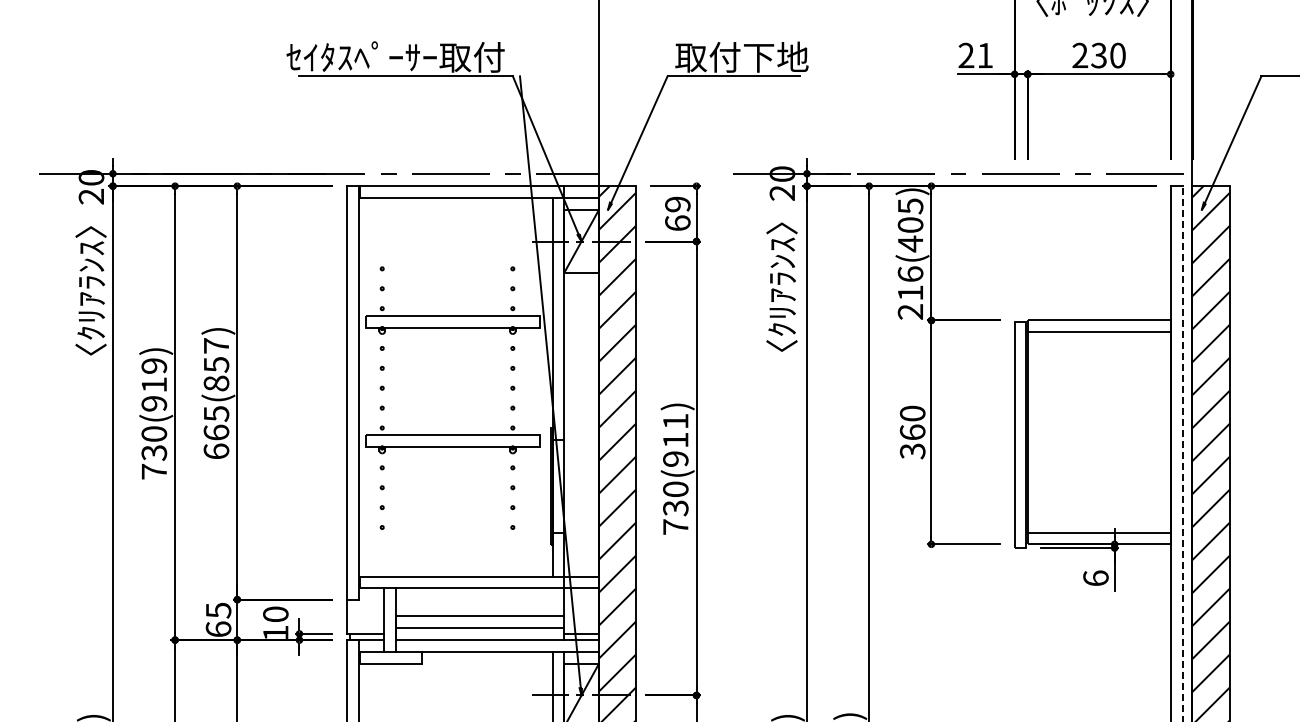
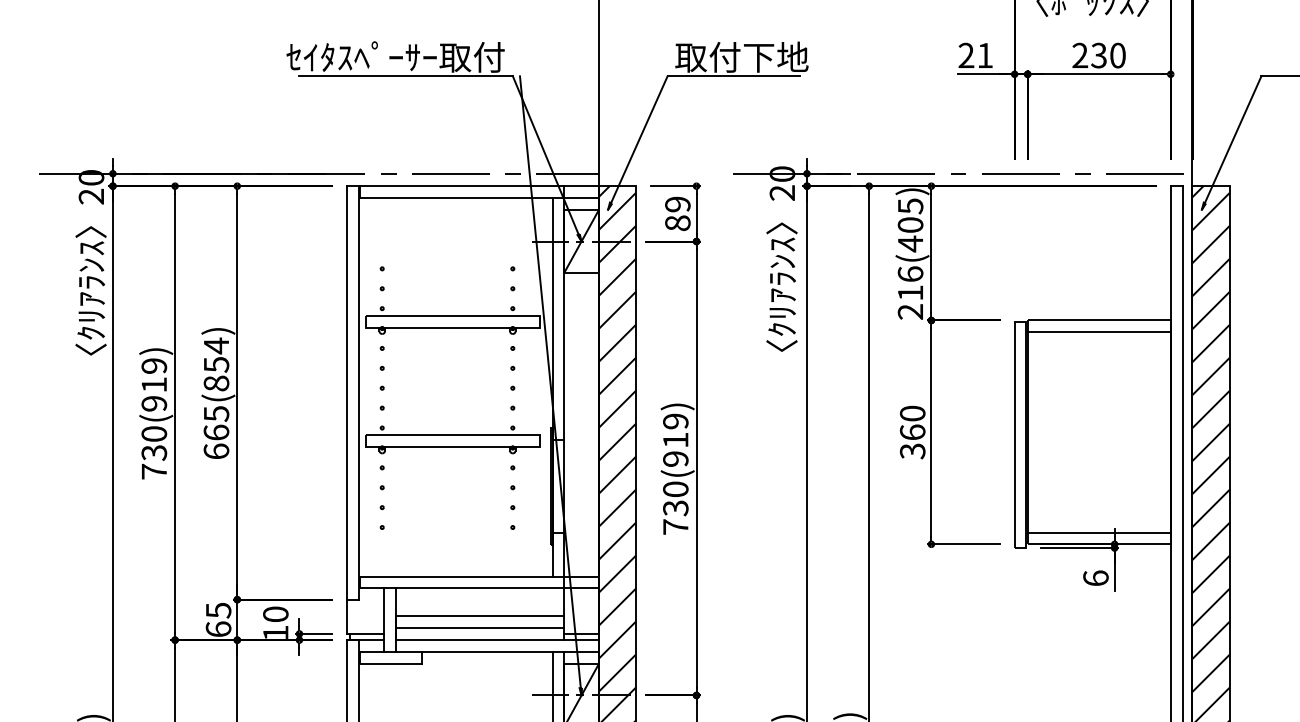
text at (677, 222): 69 -> 89
text at (216, 345): 665(857) -> 665(854)
text at (675, 421): 730(911) -> 730(919)
line at (1182, 454): dashed -> solid
